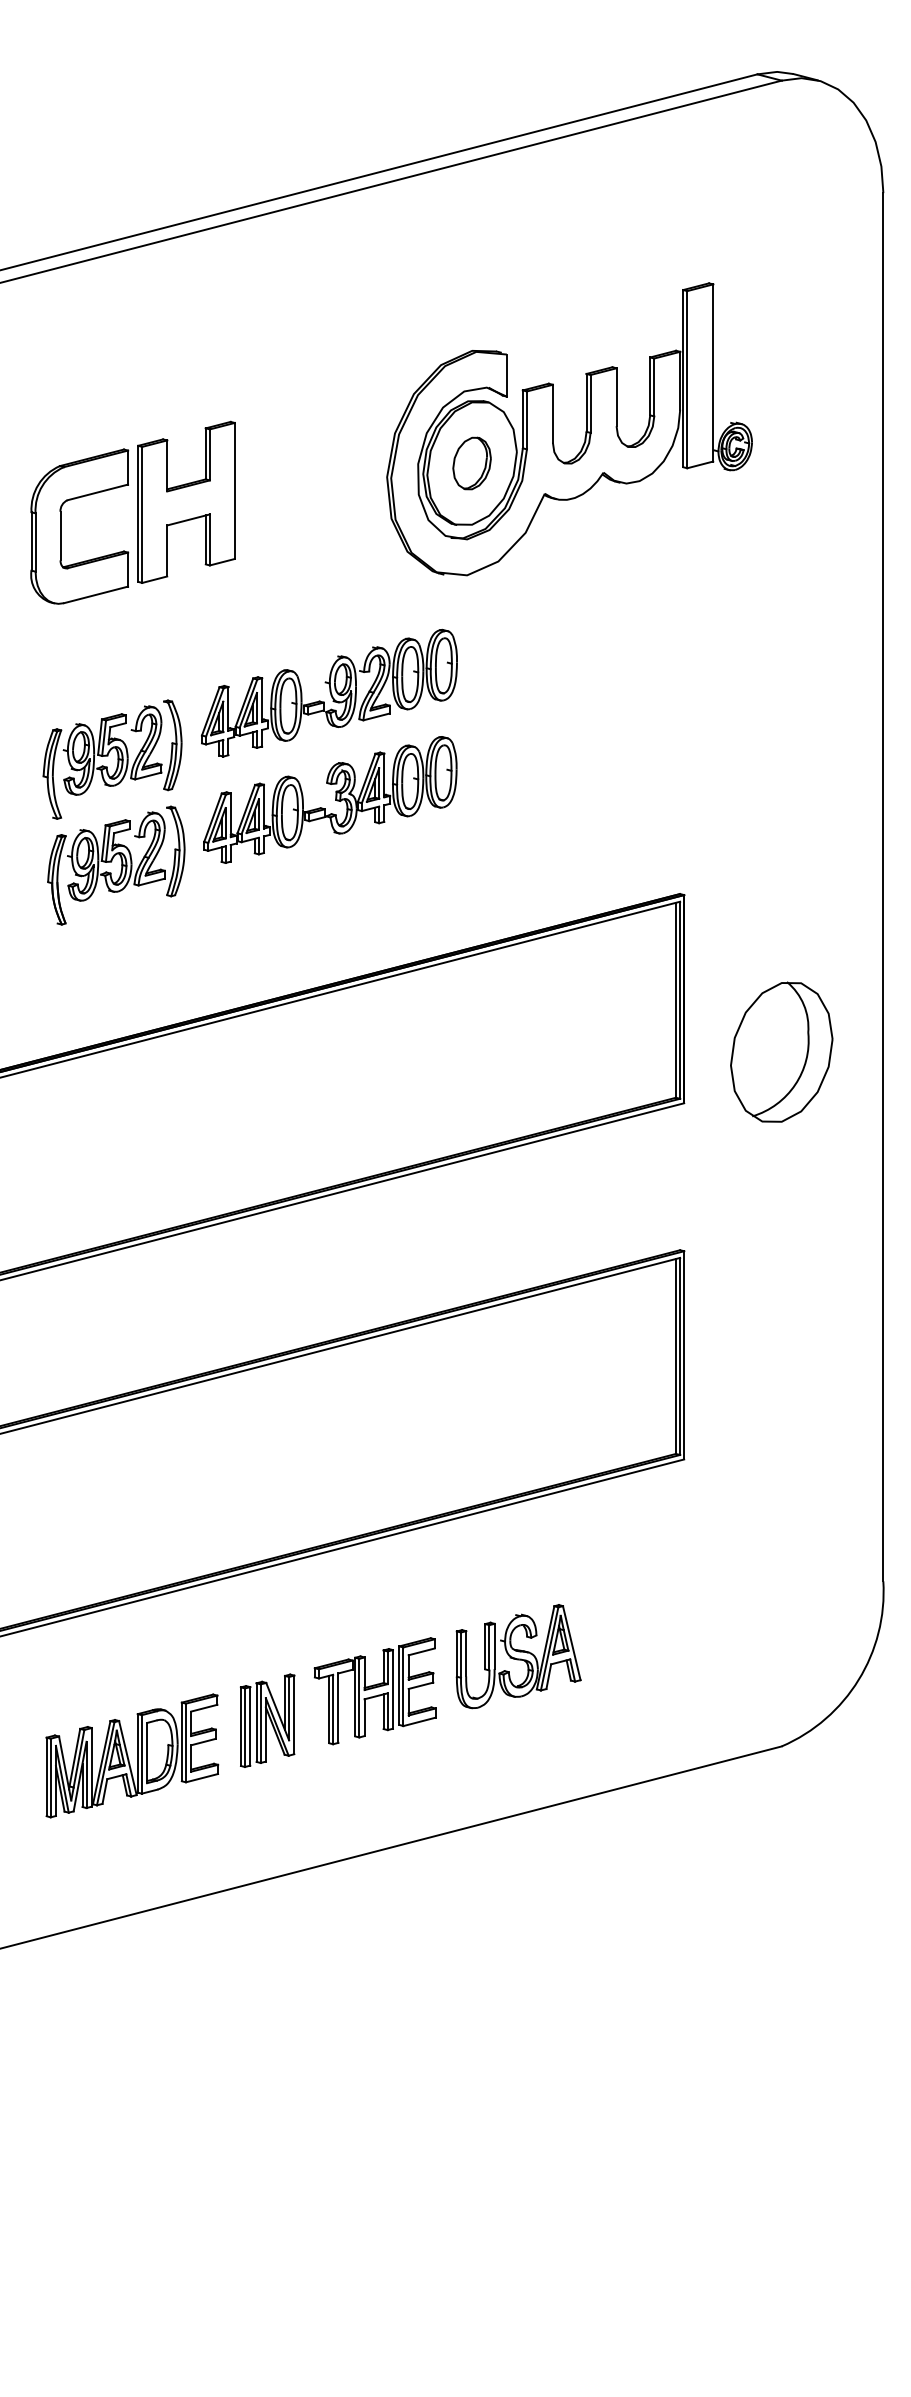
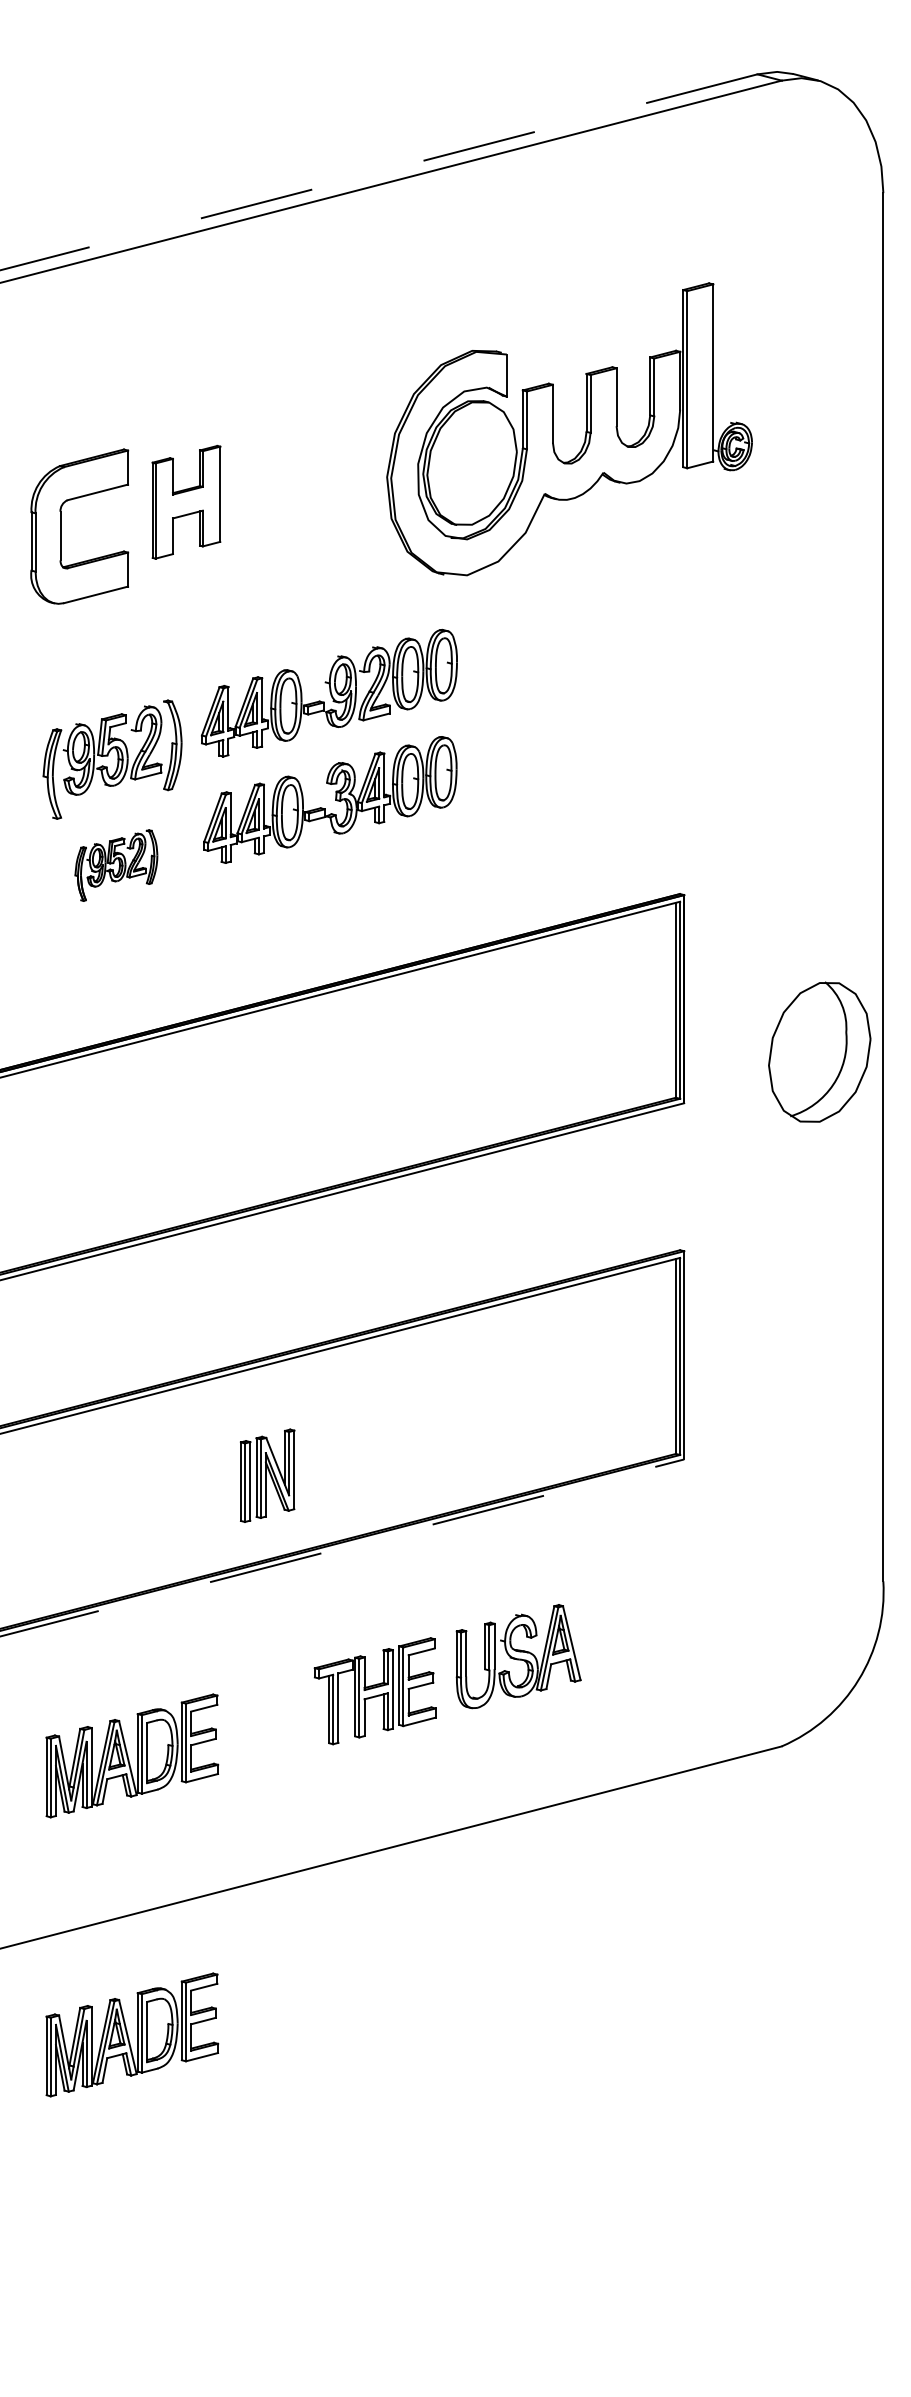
line at (379, 172): solid -> dashed
part at (471, 463): present -> none
part at (186, 501) size: 99x164 px -> 71x116 px
part at (116, 865) size: 139x121 px -> 85x73 px
part at (781, 1051) position: (781, 1051) -> (819, 1051)
line at (342, 1547): solid -> dashed
part at (267, 1720) position: (267, 1720) -> (267, 1475)
part at (132, 2034): none -> present
